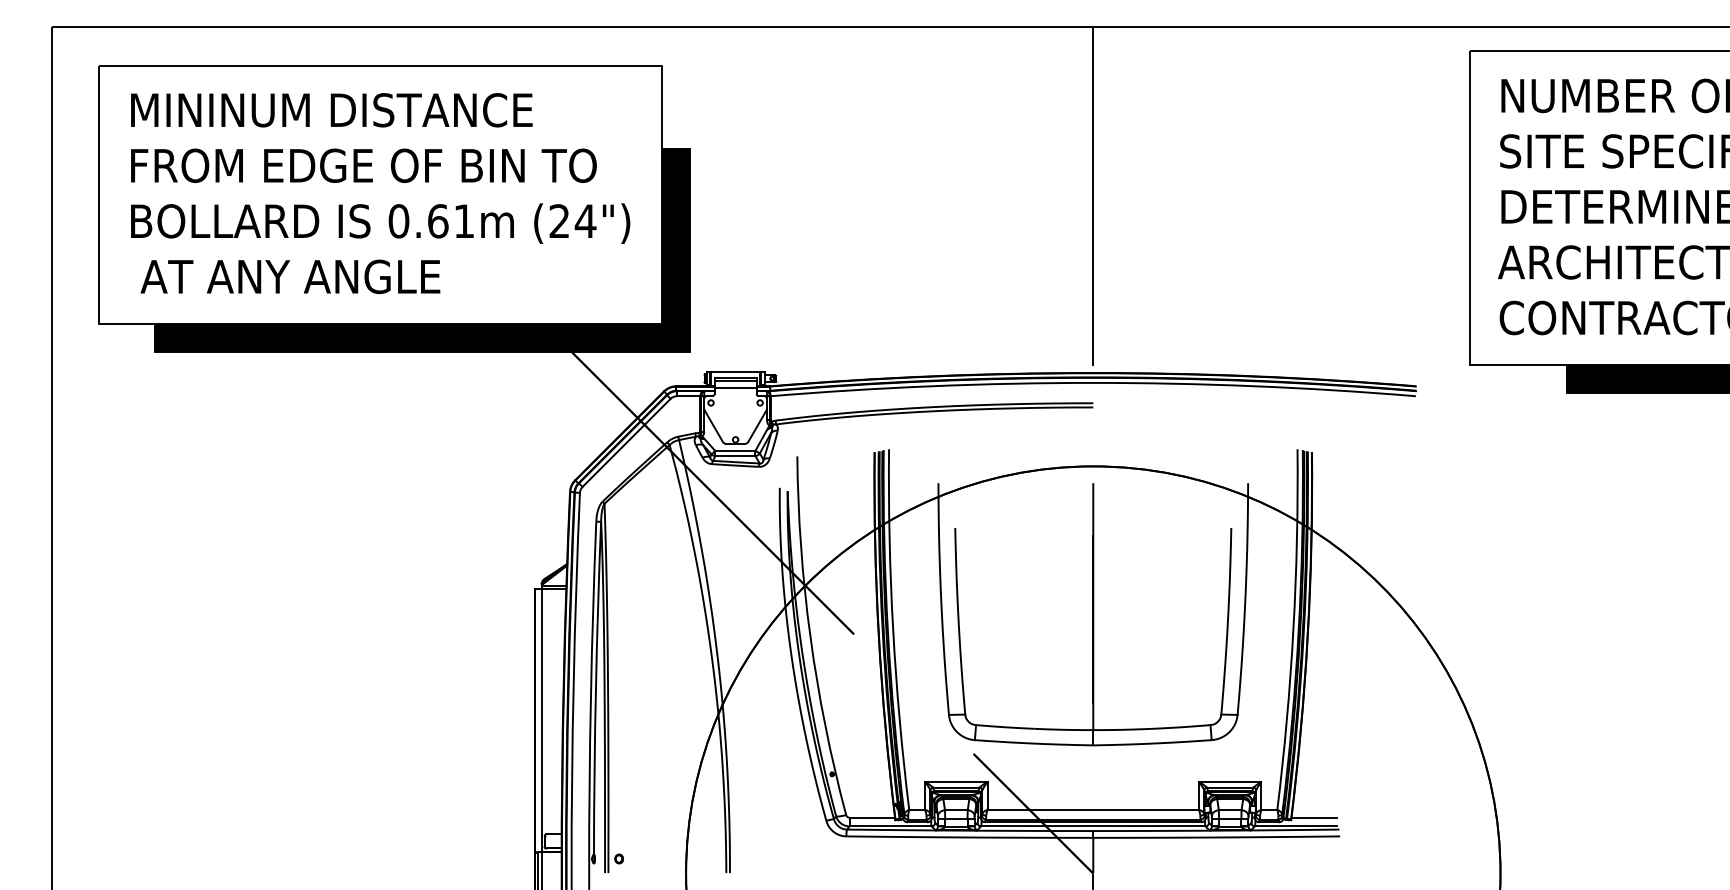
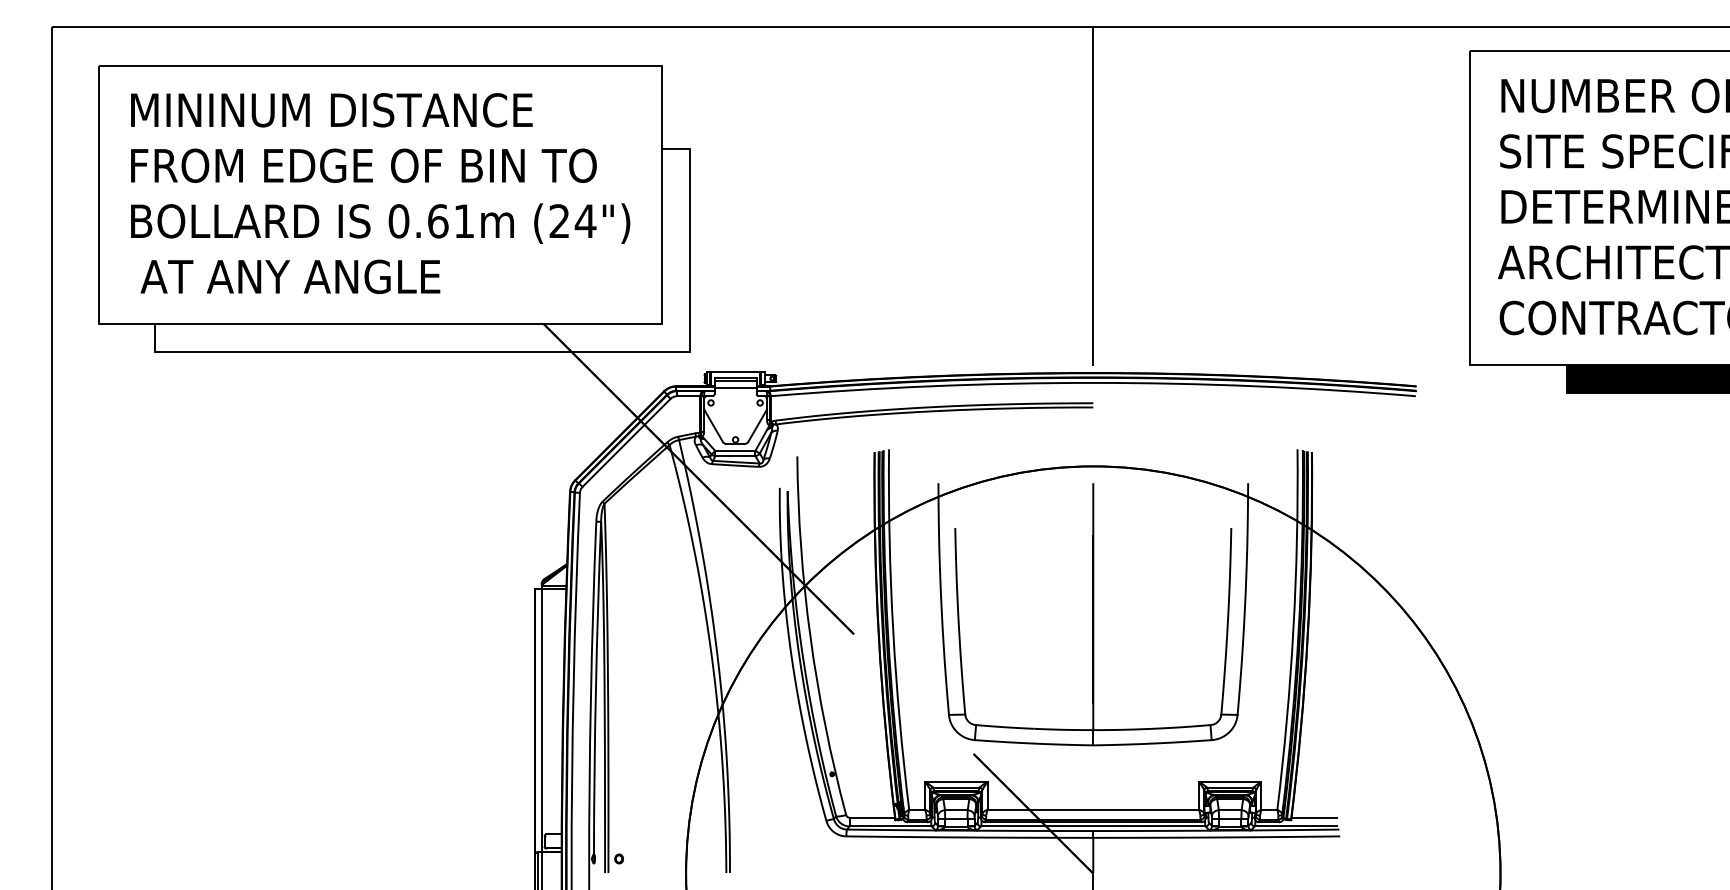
fill at (421, 250): present -> none
